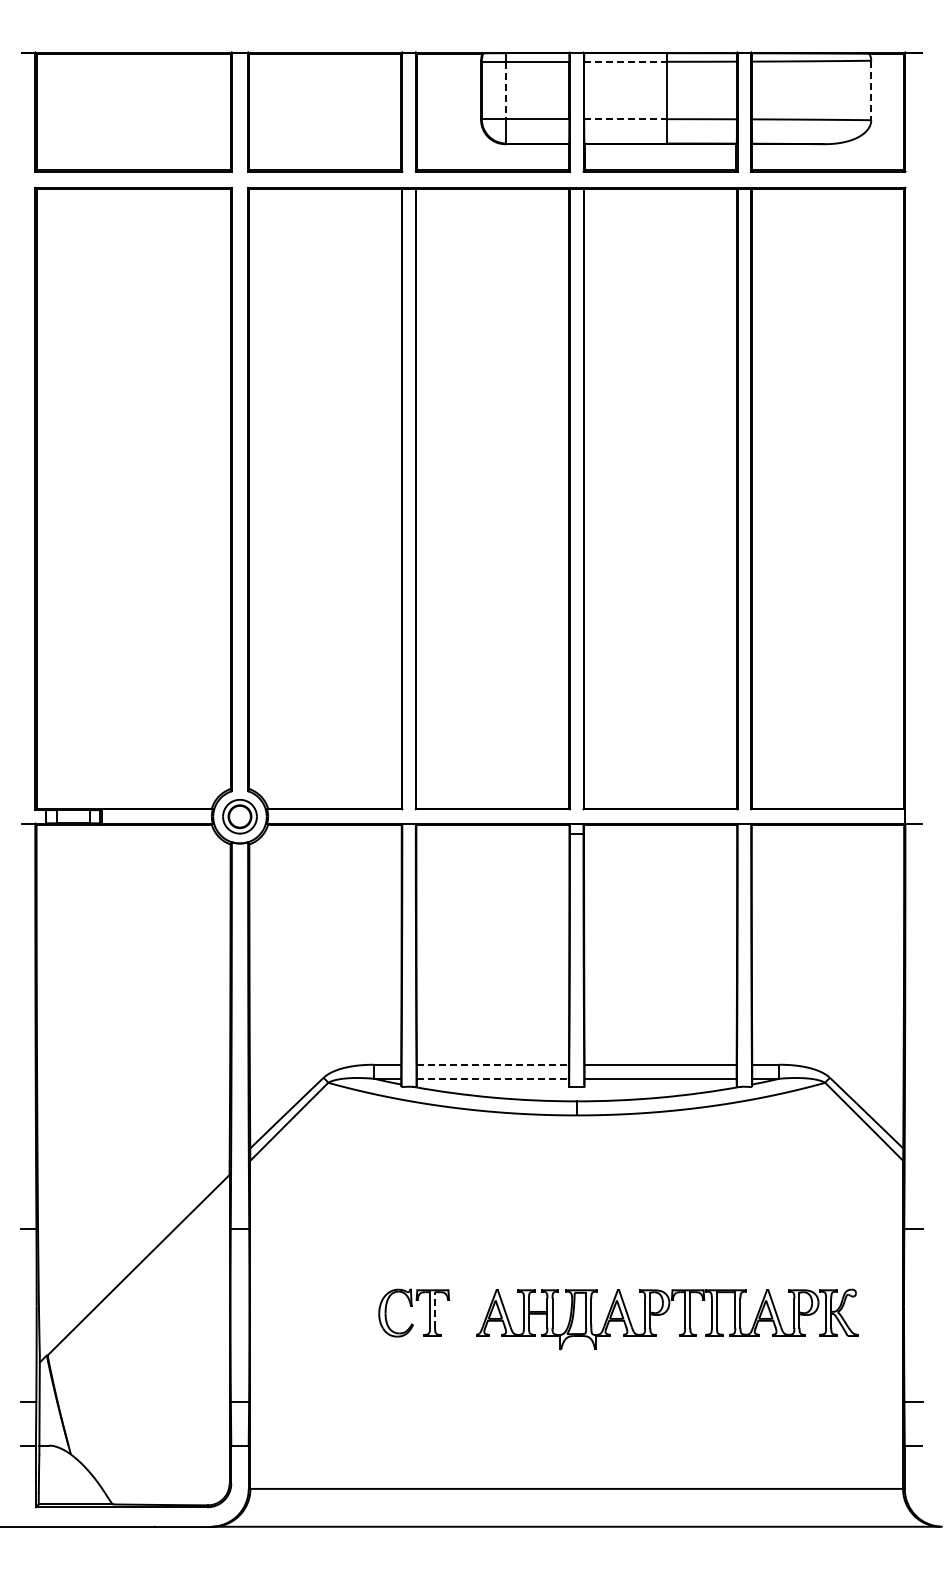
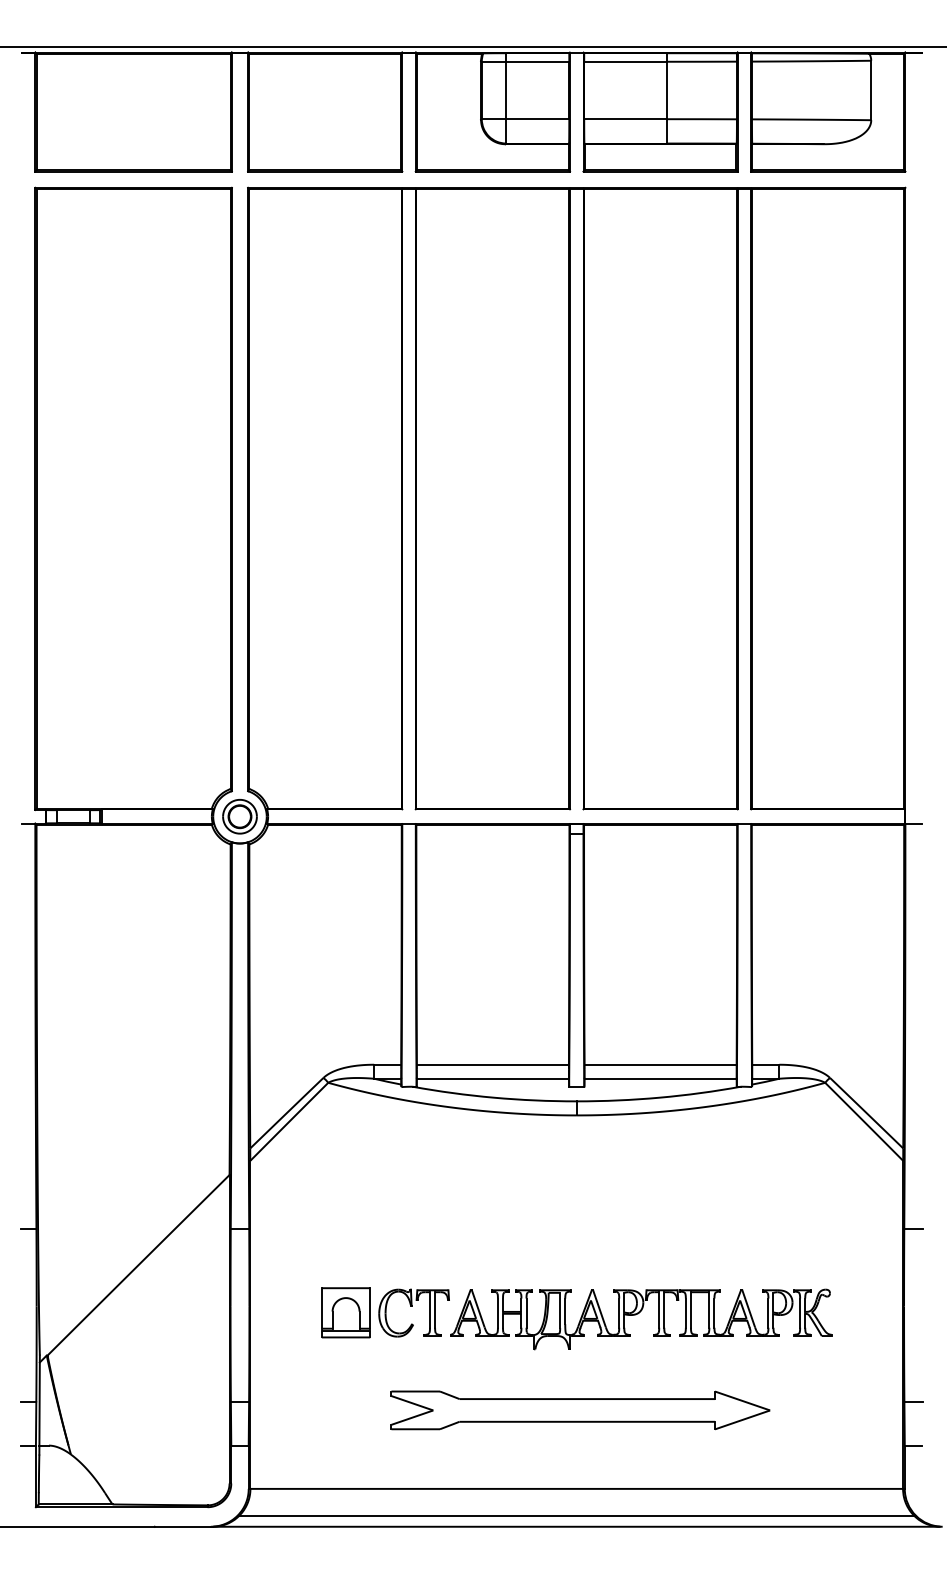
line at (472, 47): none -> present
line at (625, 61): dashed -> solid
line at (506, 90): dashed -> solid
line at (871, 90): dashed -> solid
line at (625, 119): dashed -> solid
line at (493, 1064): dashed -> solid
line at (493, 1078): dashed -> solid
line at (435, 1309): dashed -> solid
part at (345, 1312): none -> present
part at (667, 1319) position: (667, 1319) -> (641, 1319)
part at (580, 1410): none -> present
line at (576, 1515): none -> present
